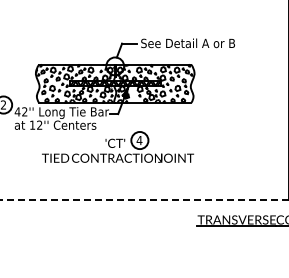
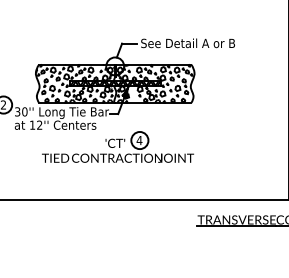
text at (20, 111): 42'' -> 30''
line at (144, 200): dashed -> solid
